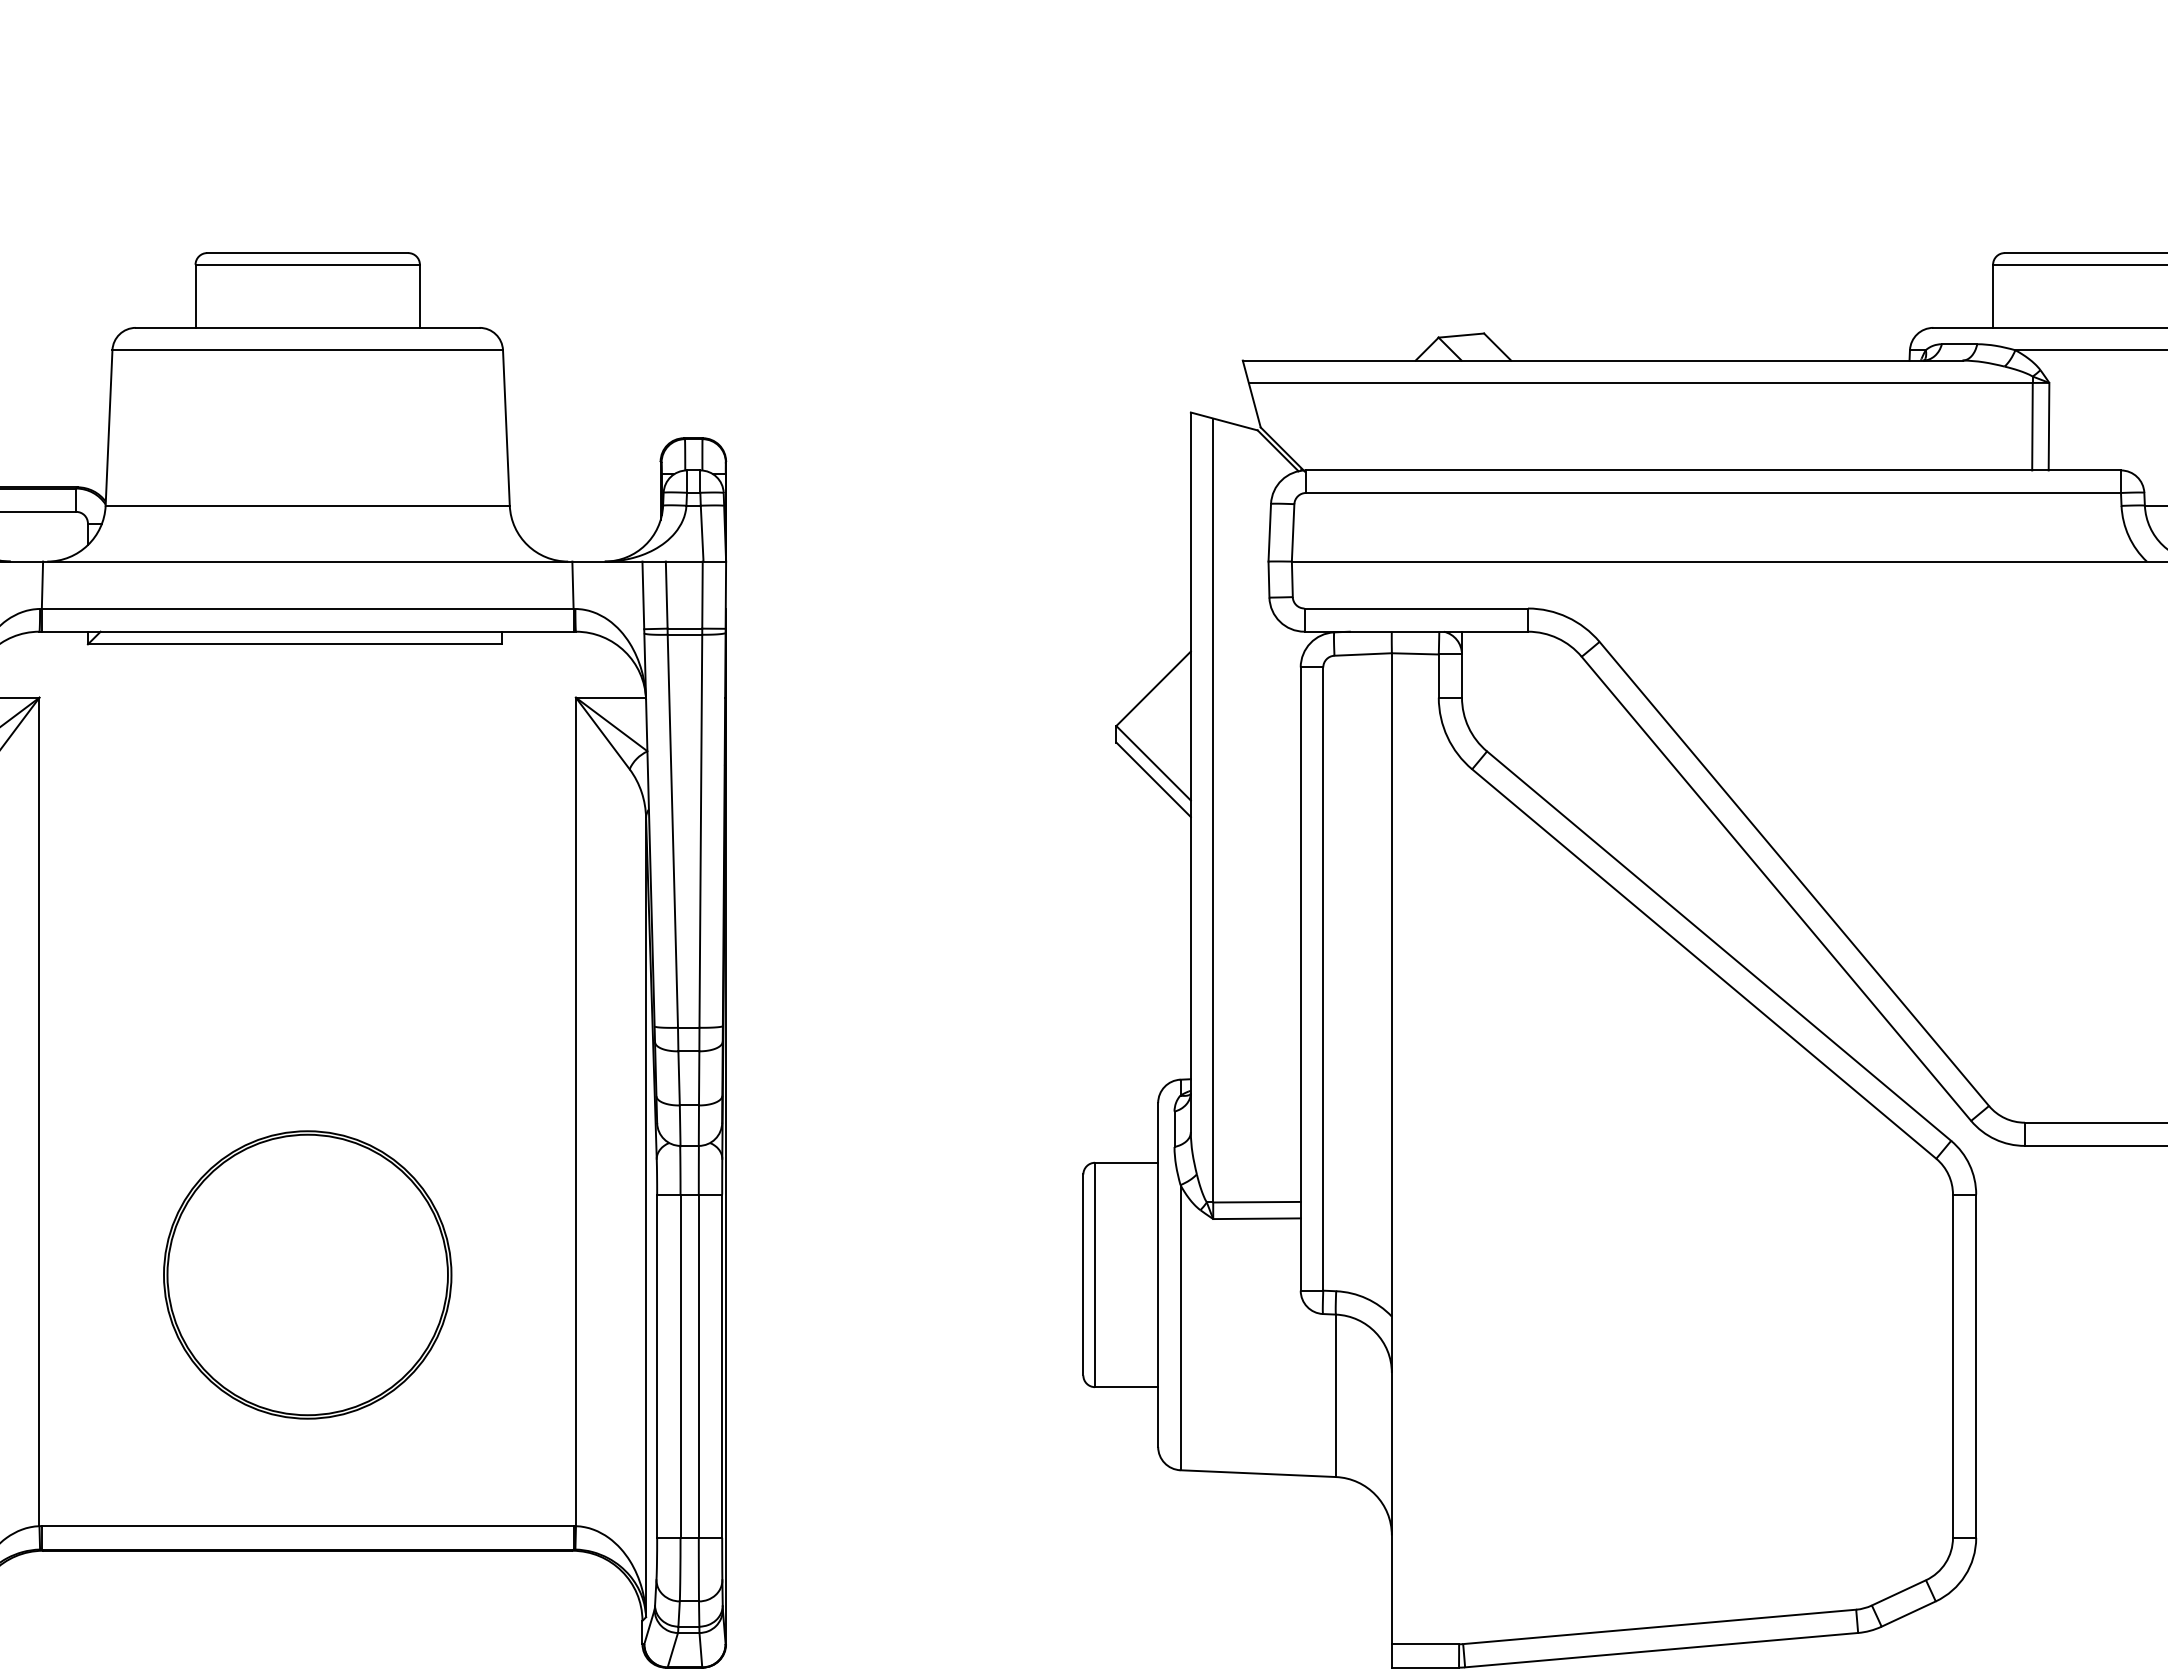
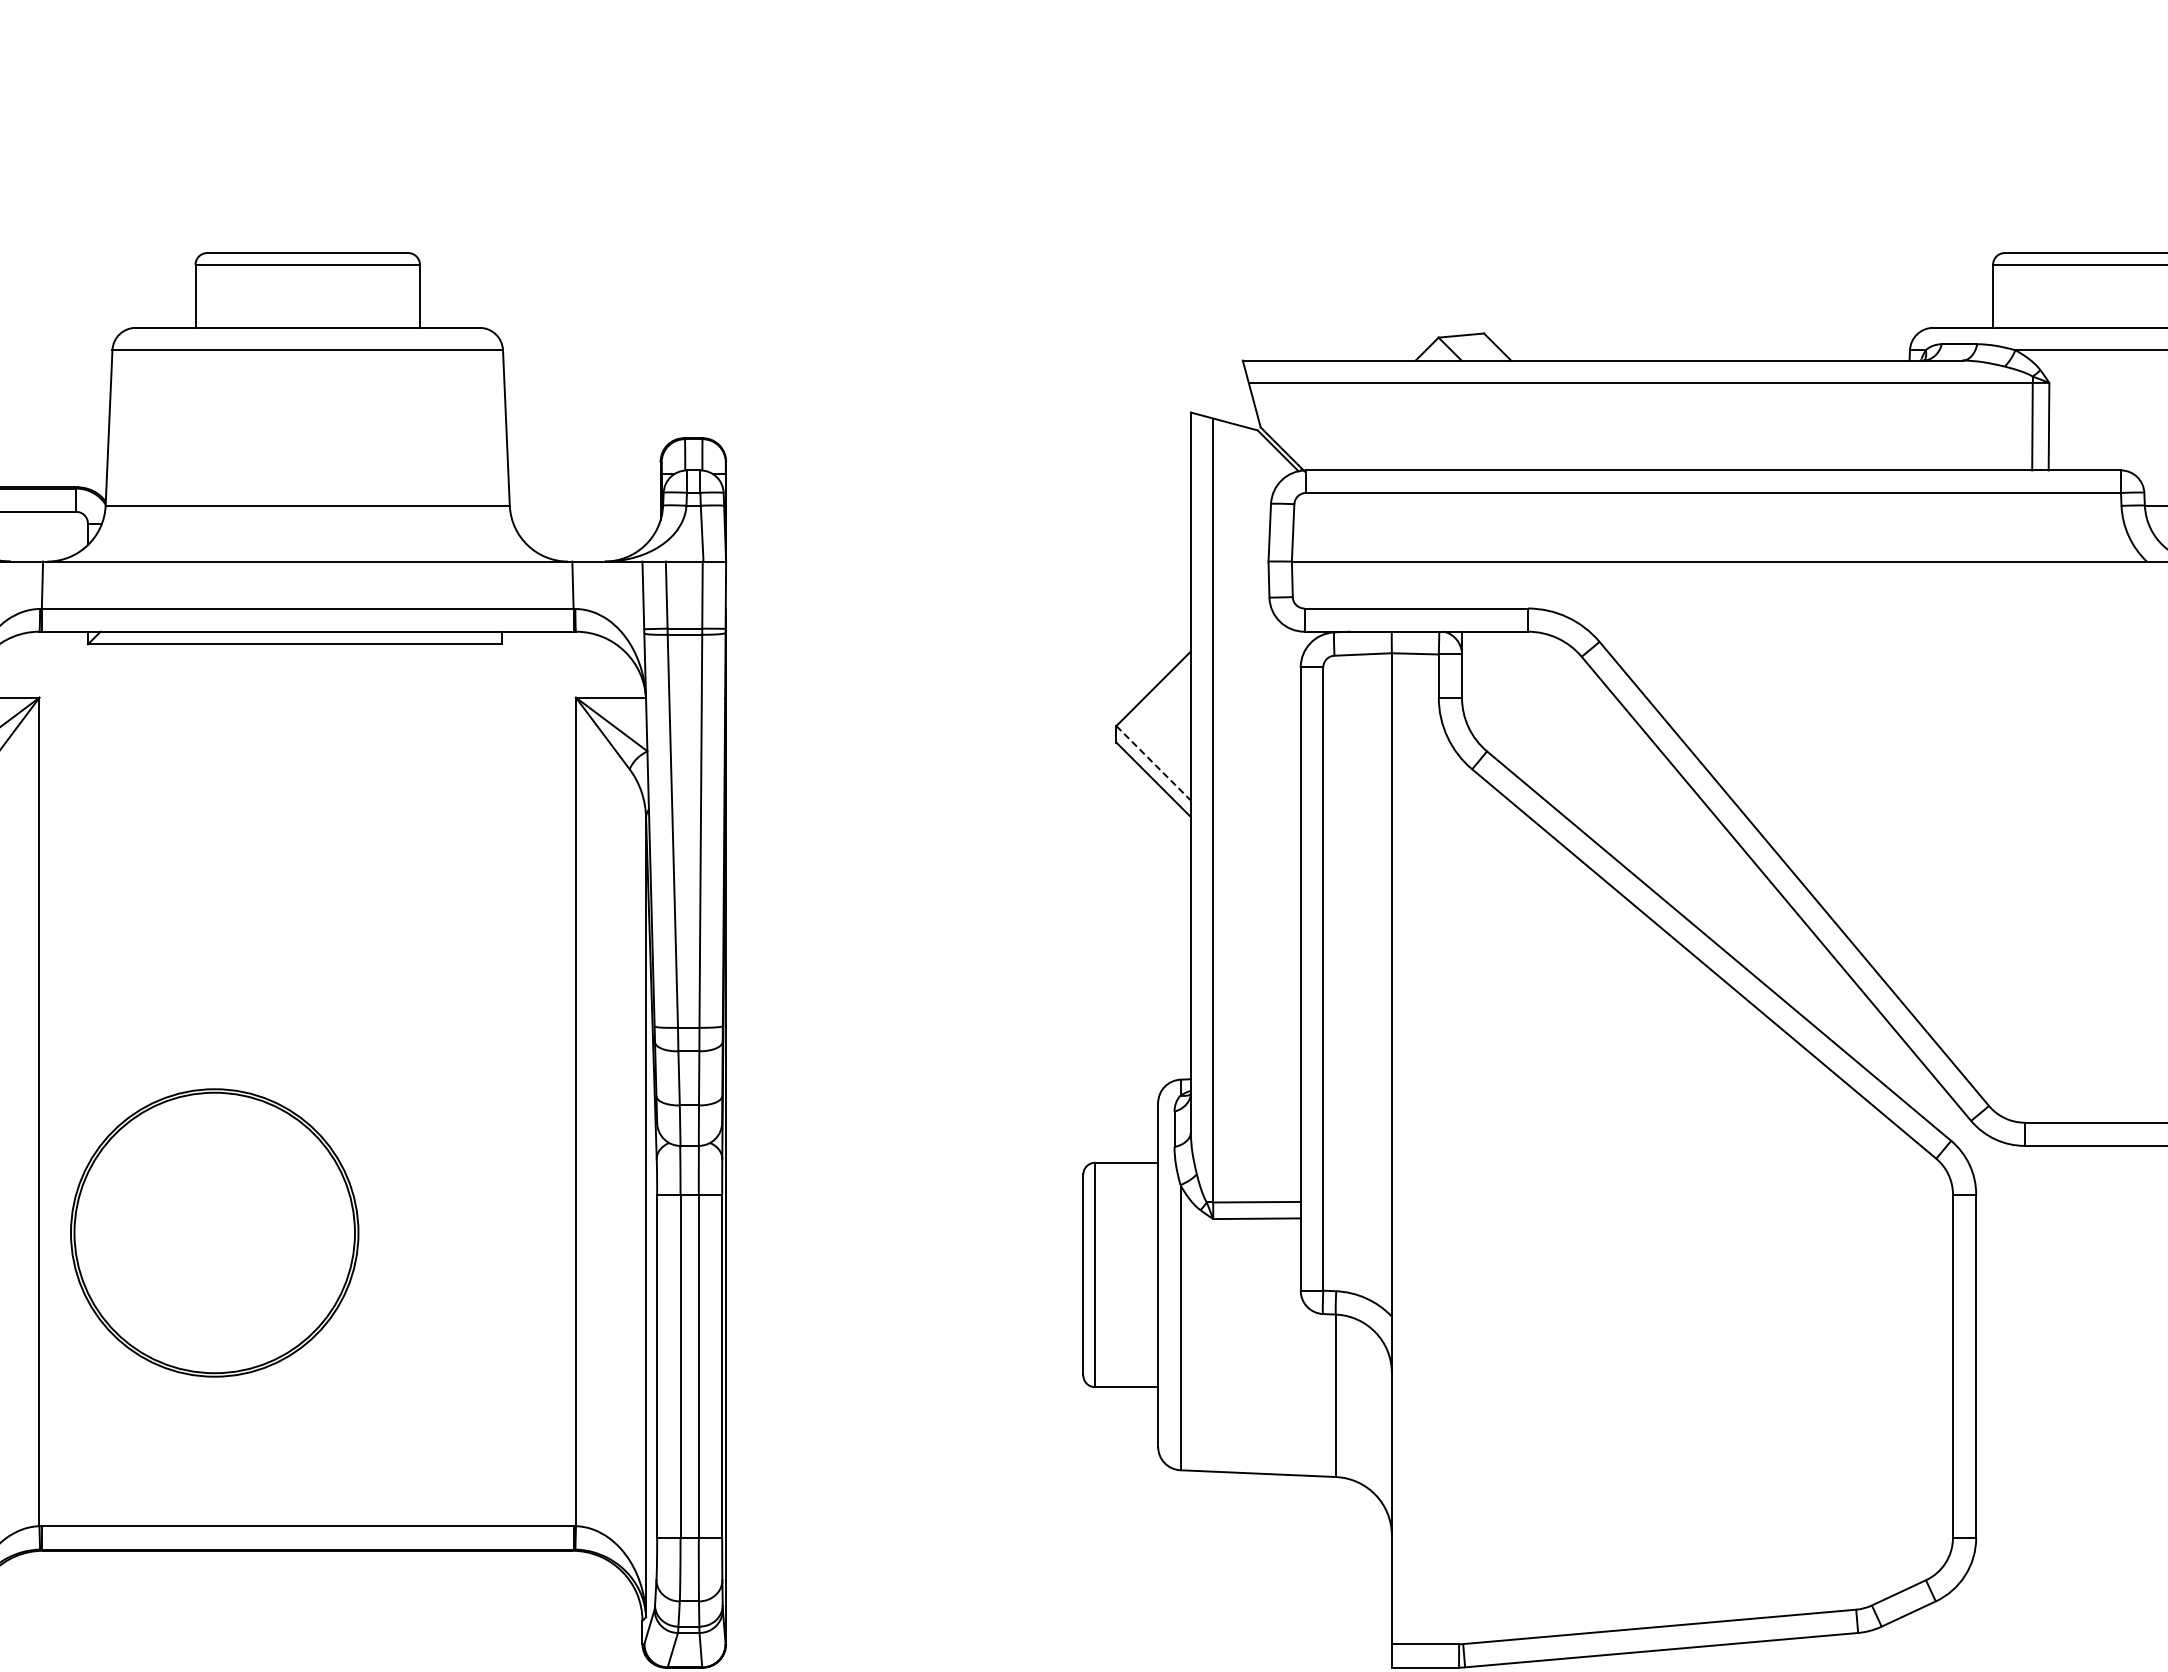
line at (1153, 763): solid -> dashed
part at (307, 1274) position: (307, 1274) -> (214, 1232)
